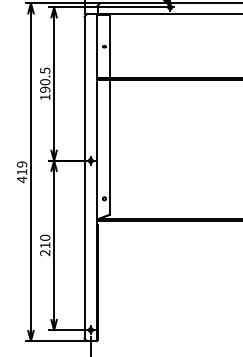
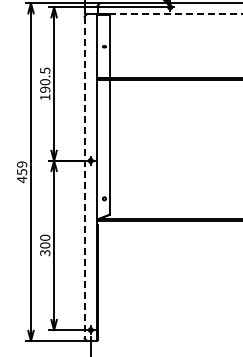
line at (169, 14): solid -> dashed
text at (22, 172): 419 -> 459
line at (84, 177): solid -> dashed
text at (45, 249): 210 -> 300
